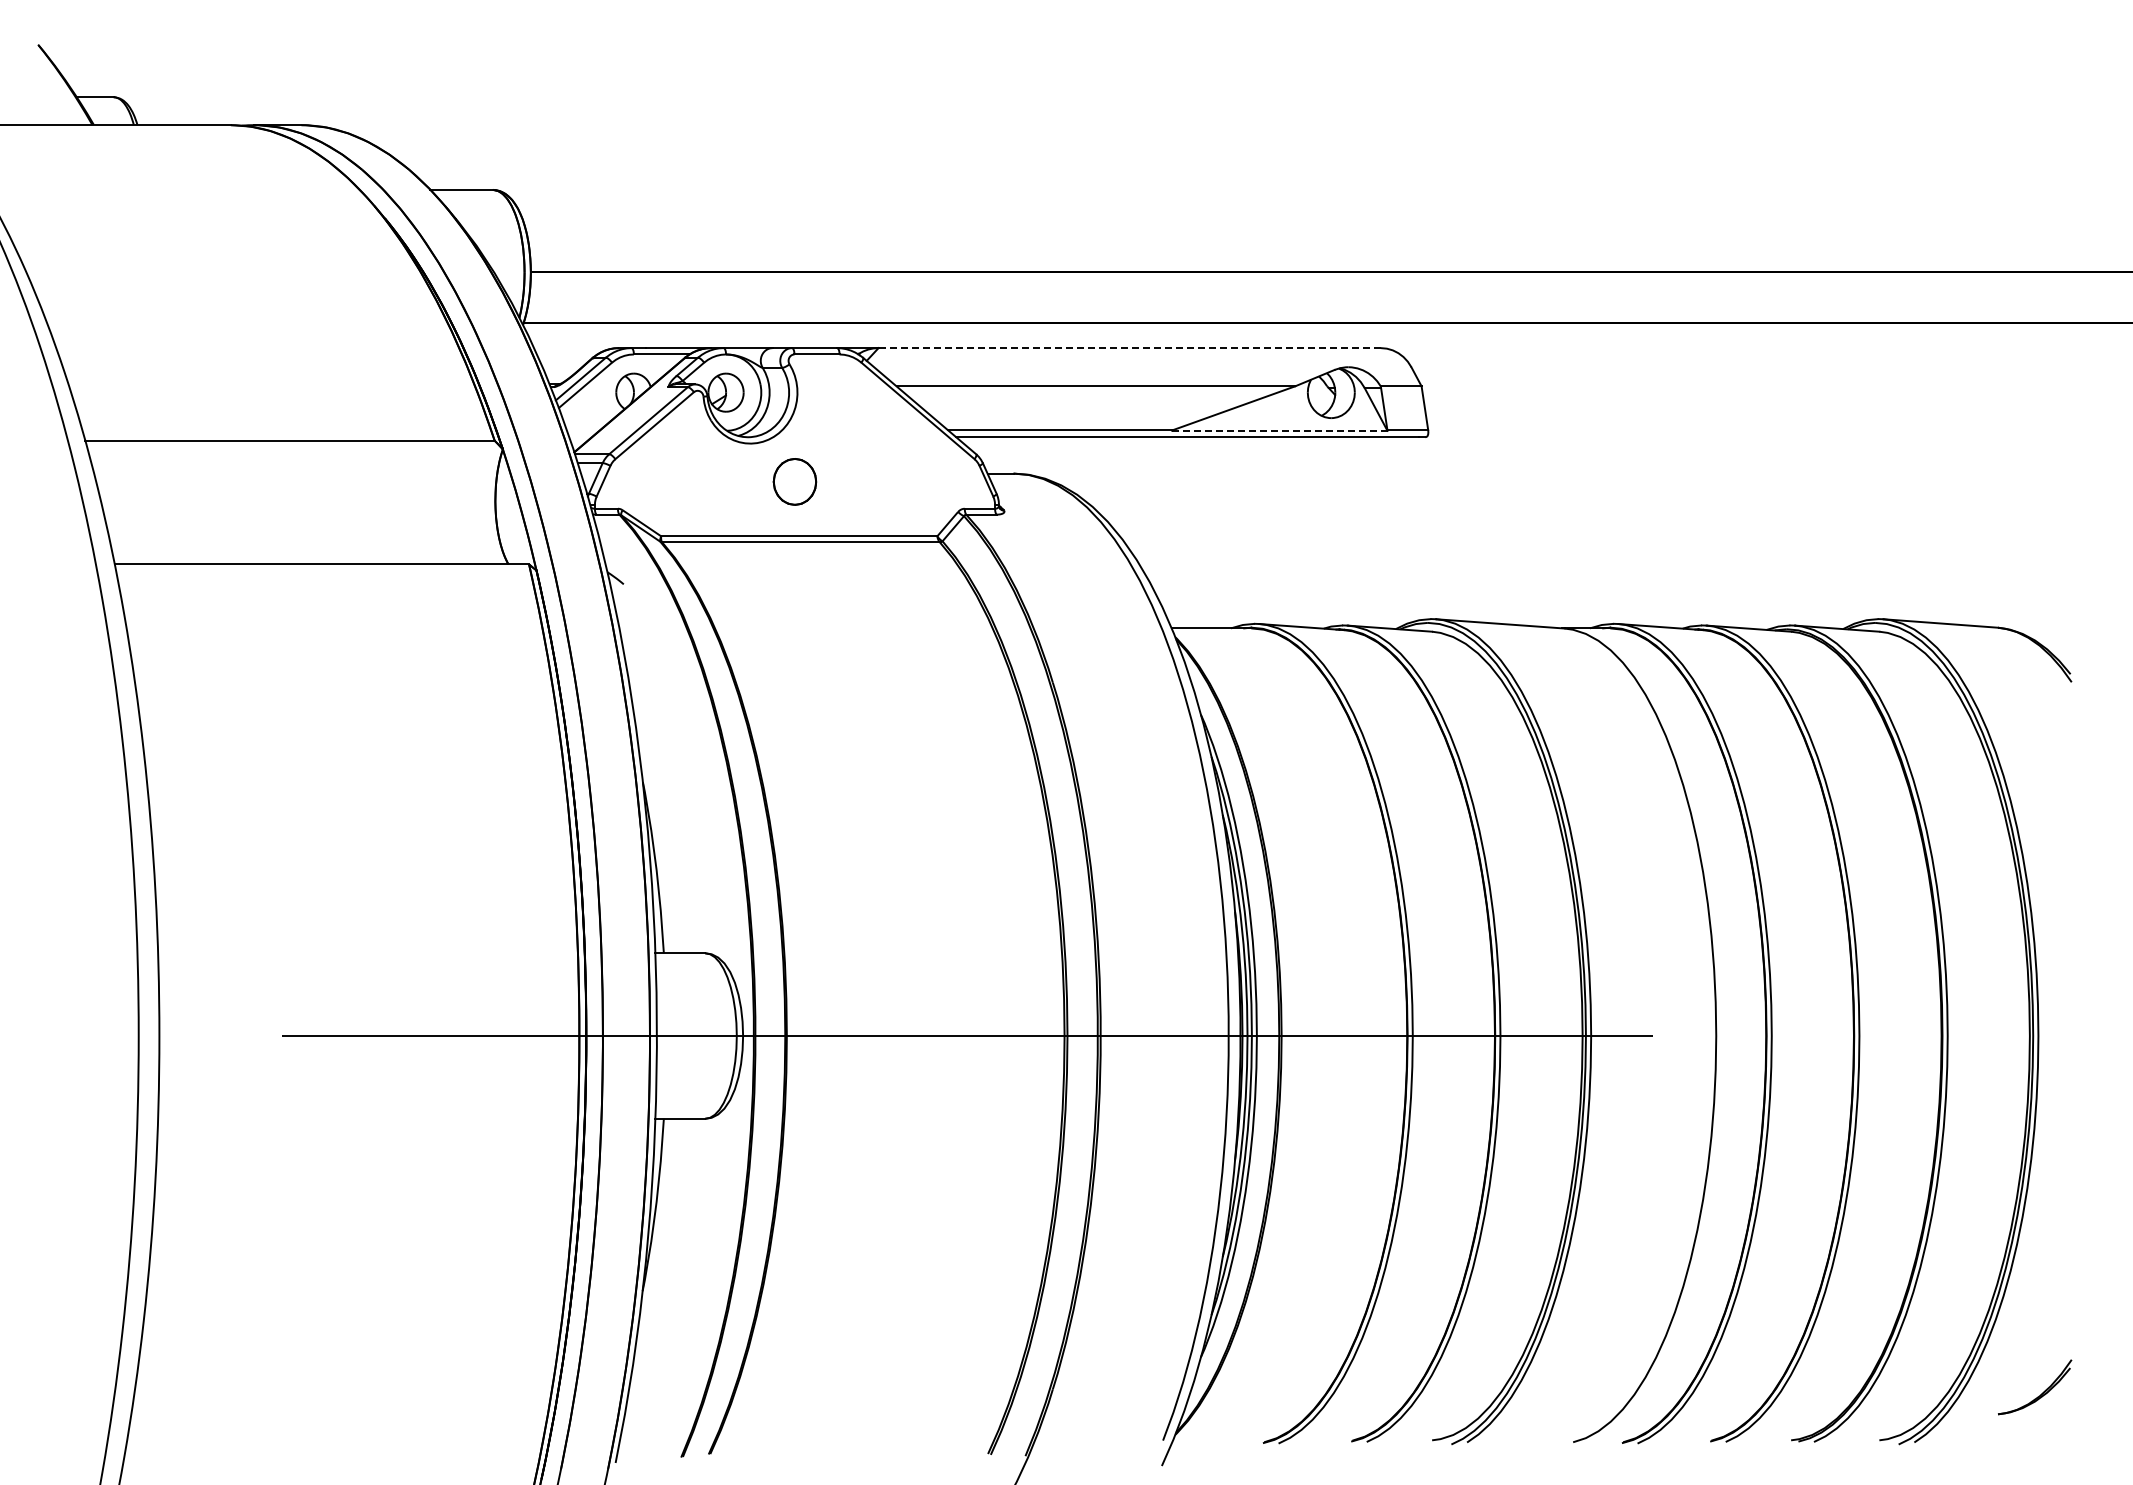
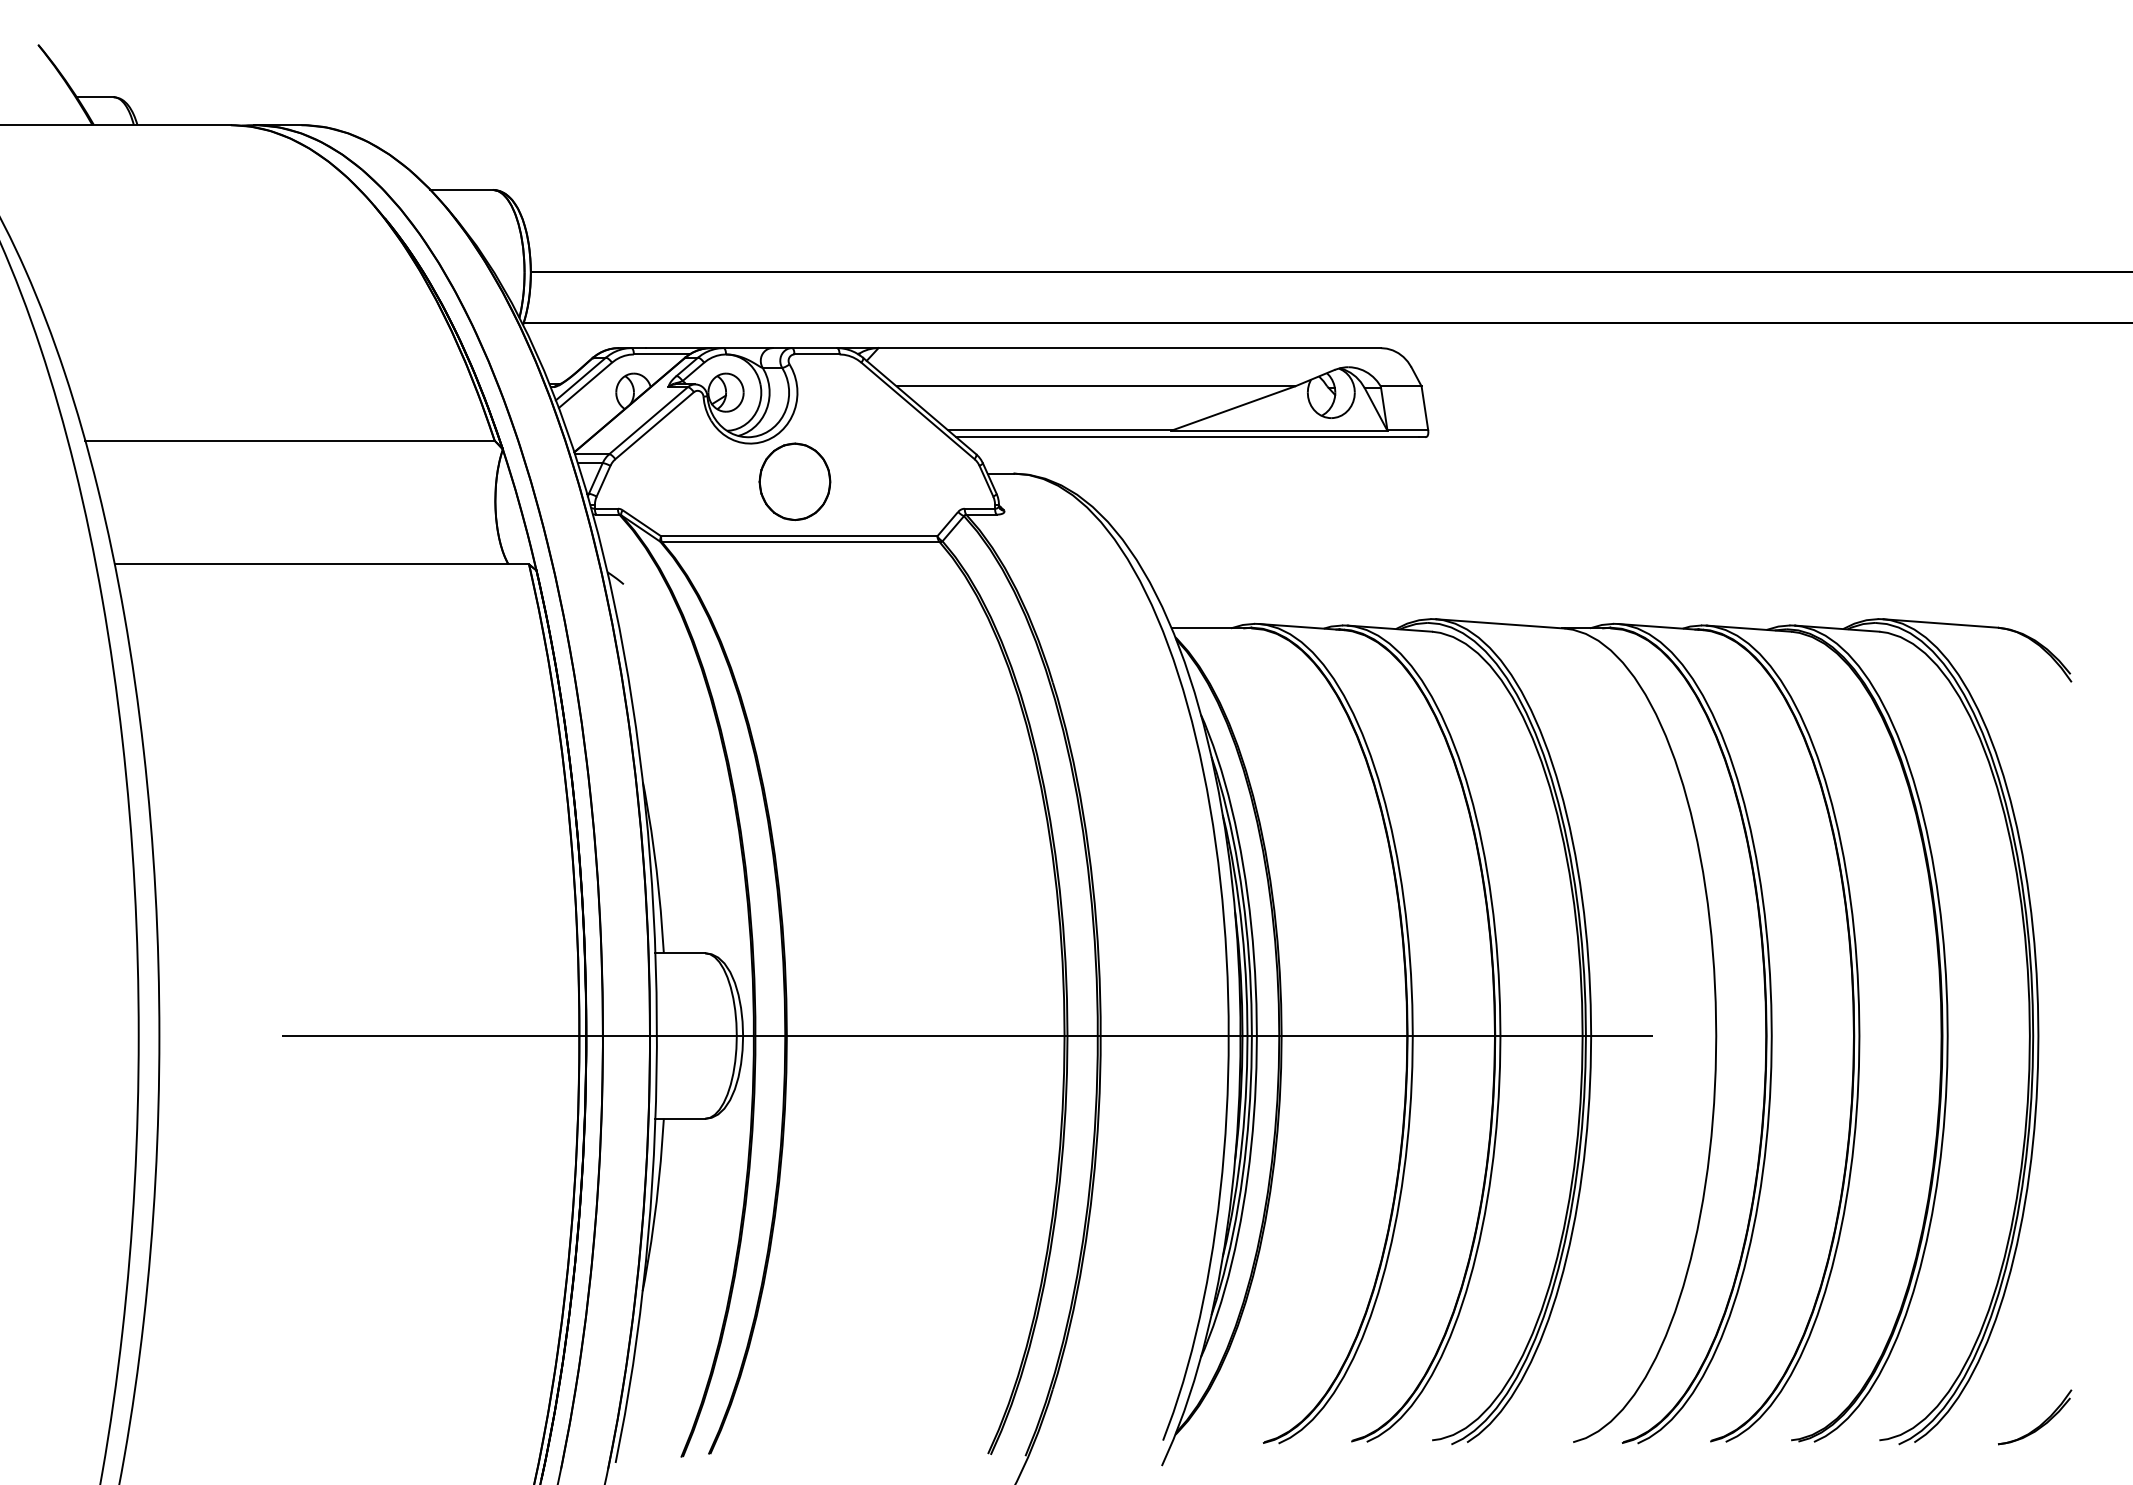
line at (1129, 348): dashed -> solid
line at (1278, 430): dashed -> solid
part at (794, 481) size: 46x48 px -> 74x80 px
part at (2041, 1393) position: (2041, 1393) -> (2041, 1423)
